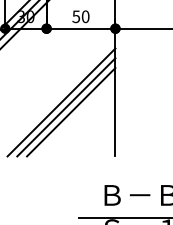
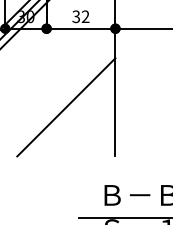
text at (80, 16): 50 -> 32
line at (61, 102): present -> none
line at (71, 112): present -> none
